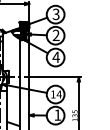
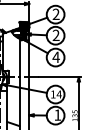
text at (55, 14): 3 -> 2
